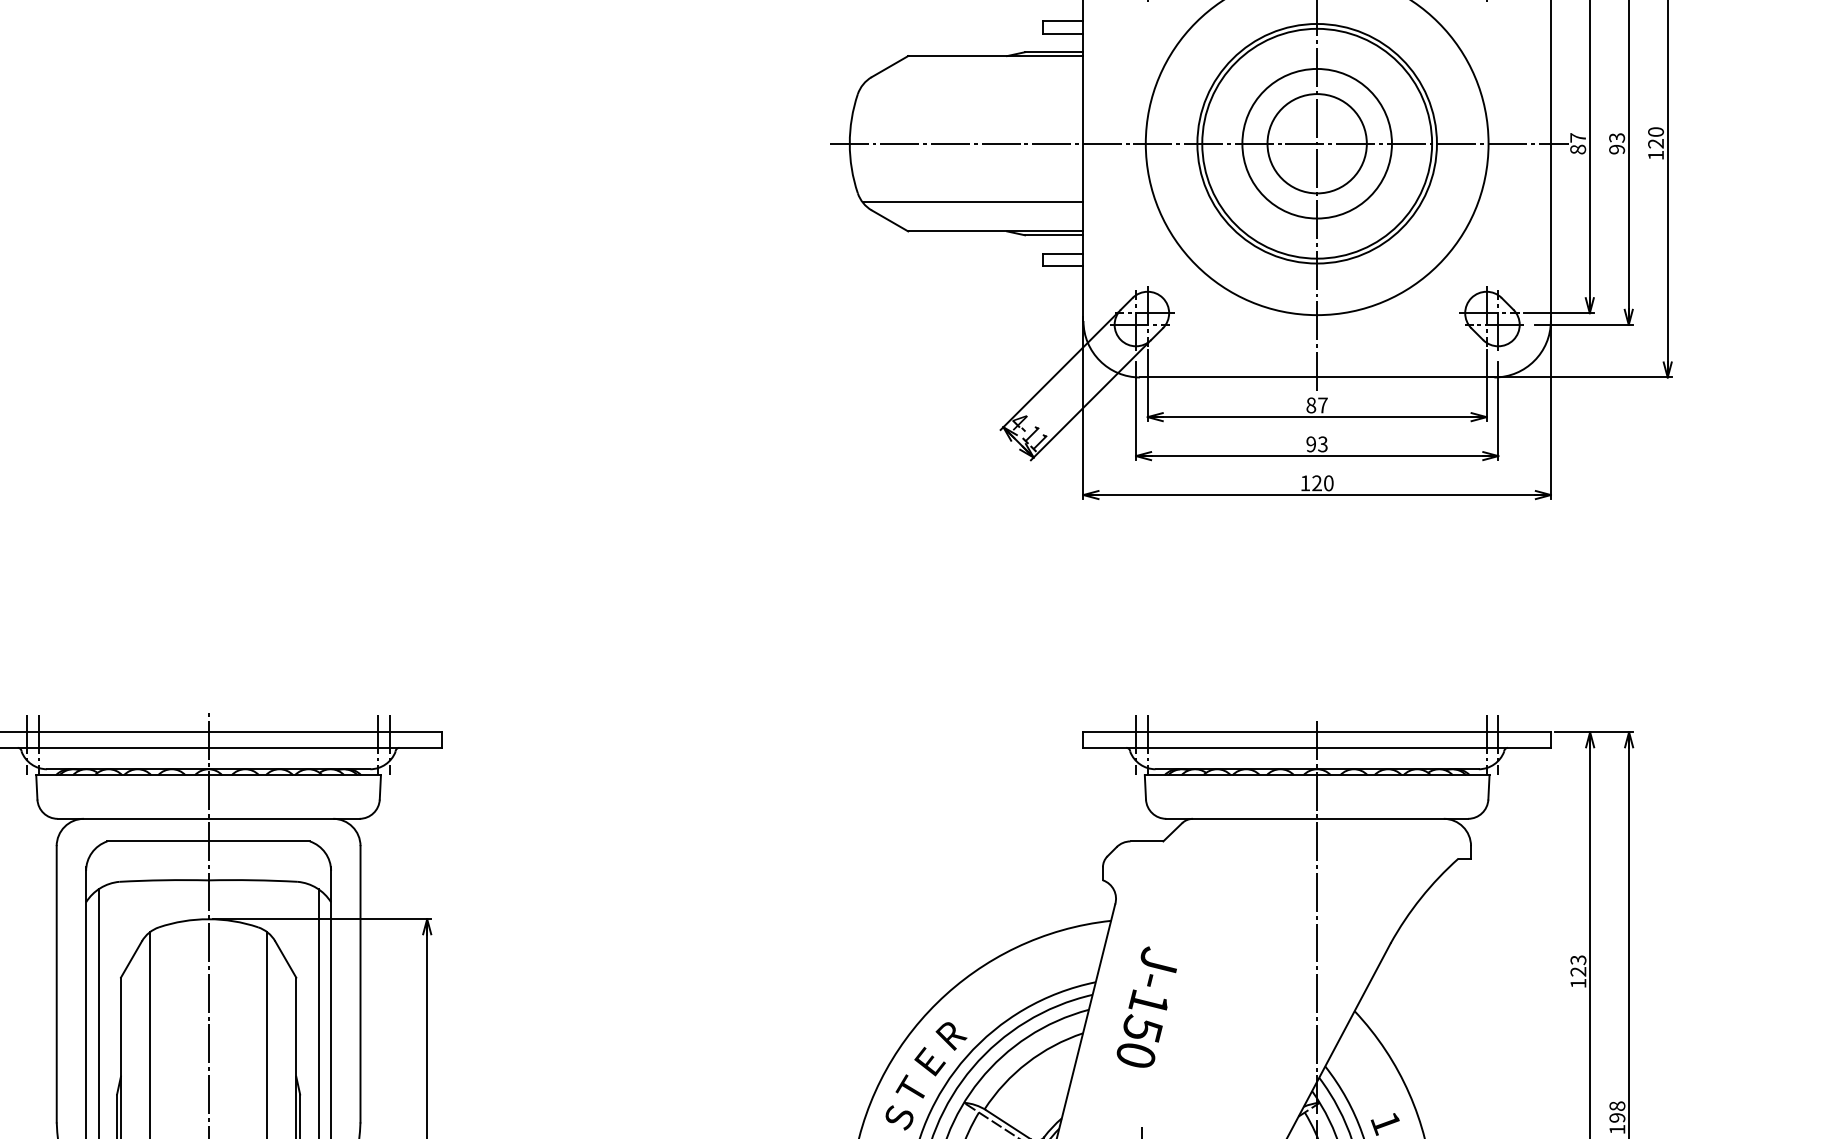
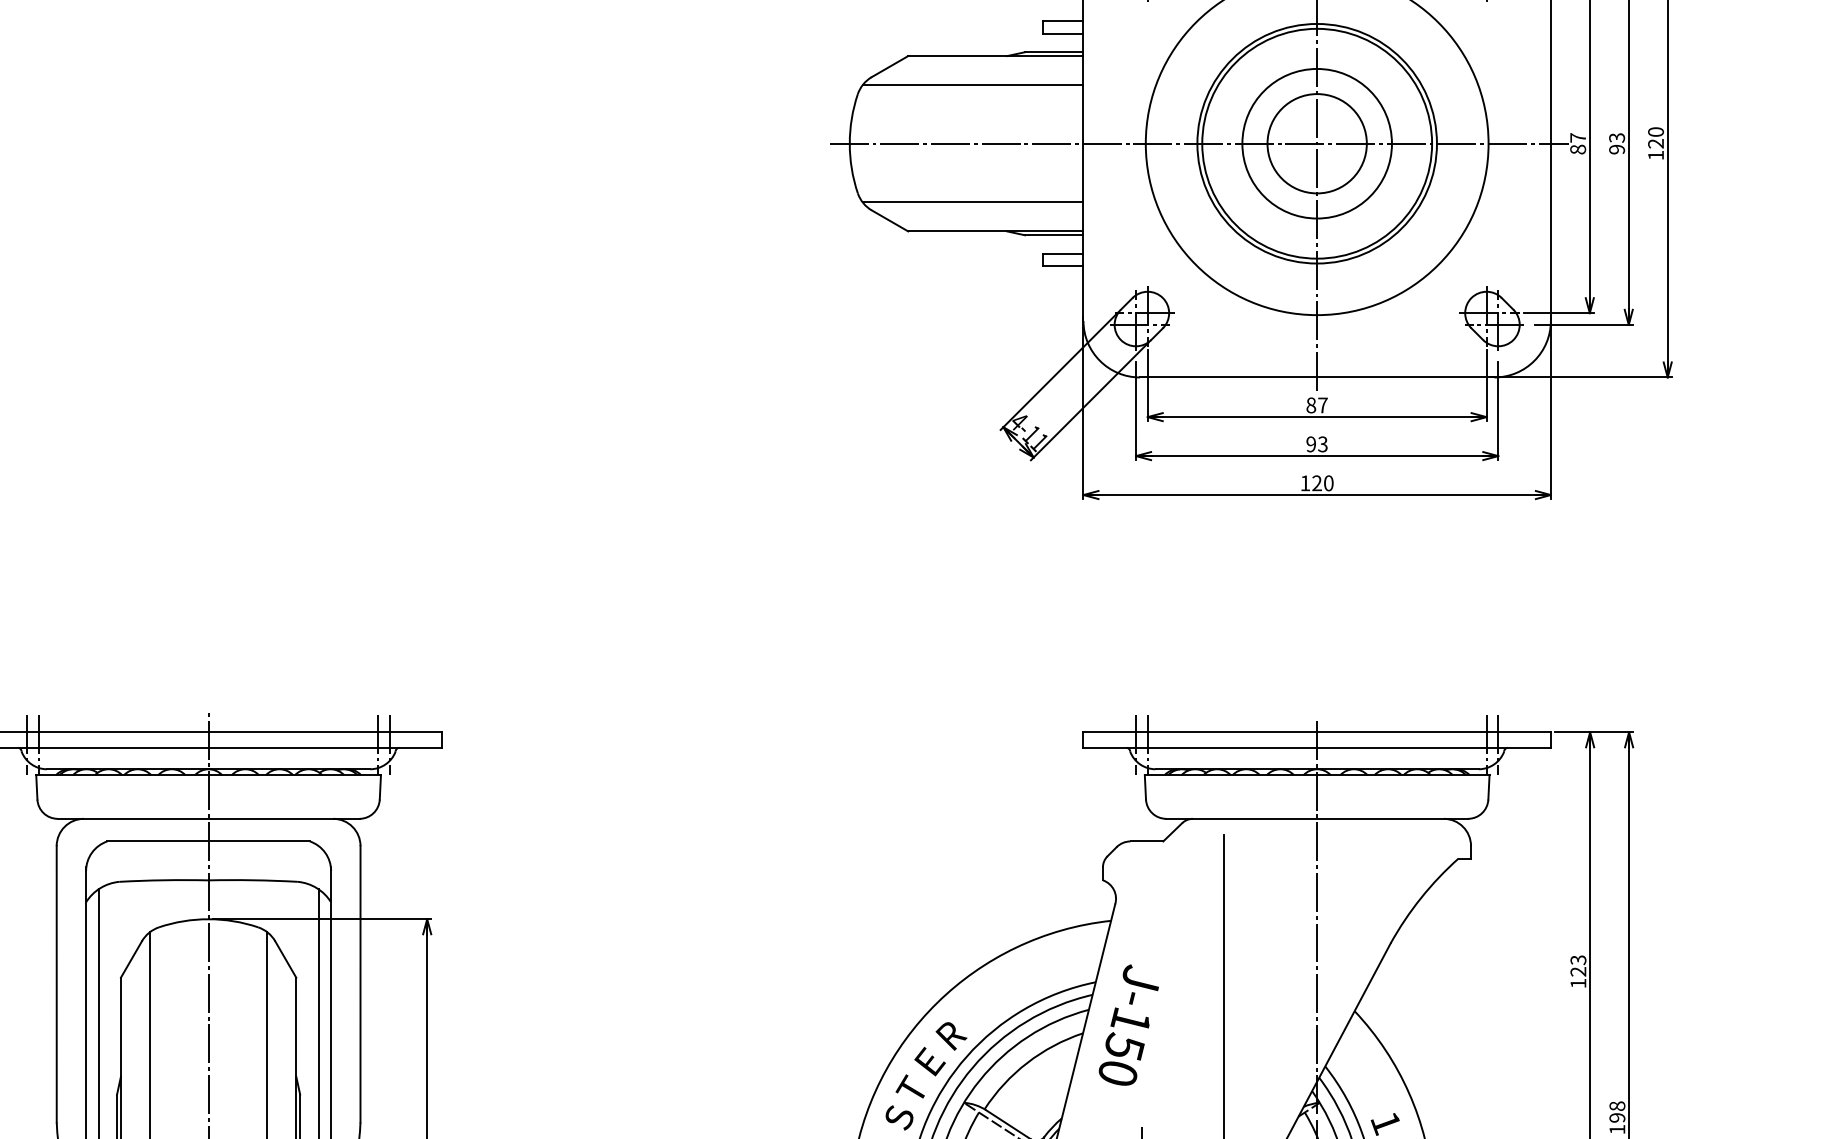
line at (972, 85): none -> present
line at (1223, 985): none -> present
text at (1146, 1006) position: (1146, 1006) -> (1128, 1024)
